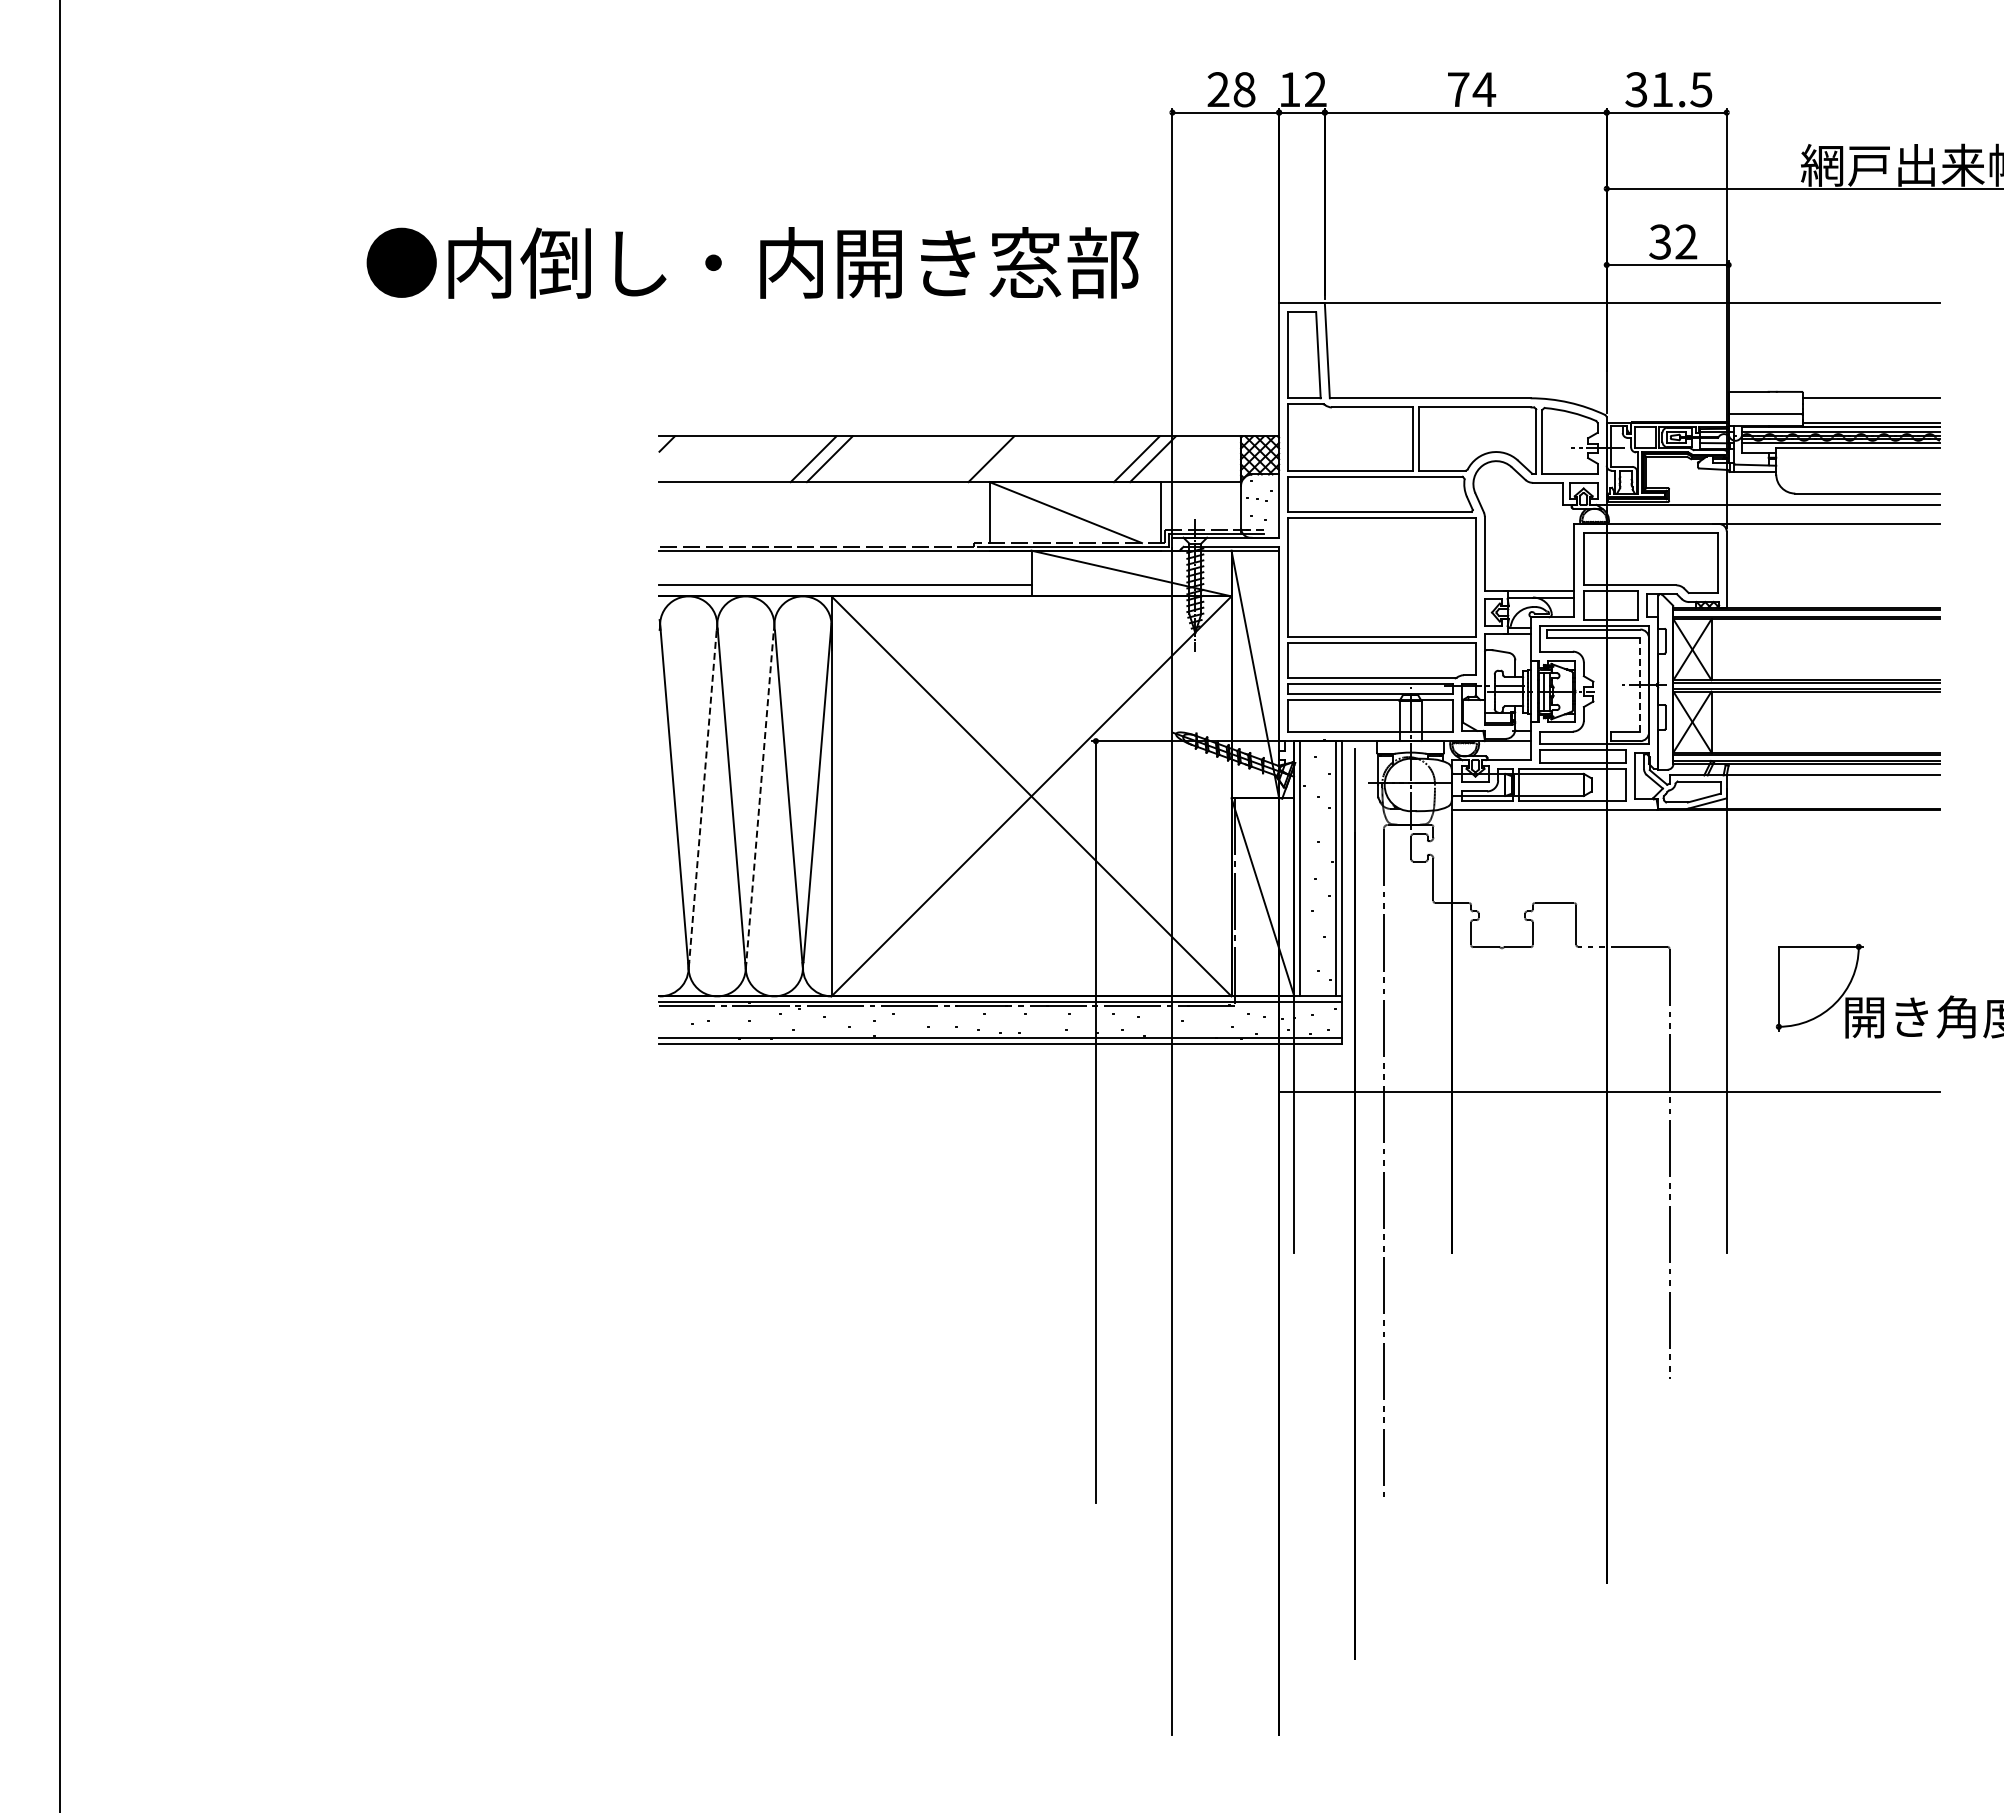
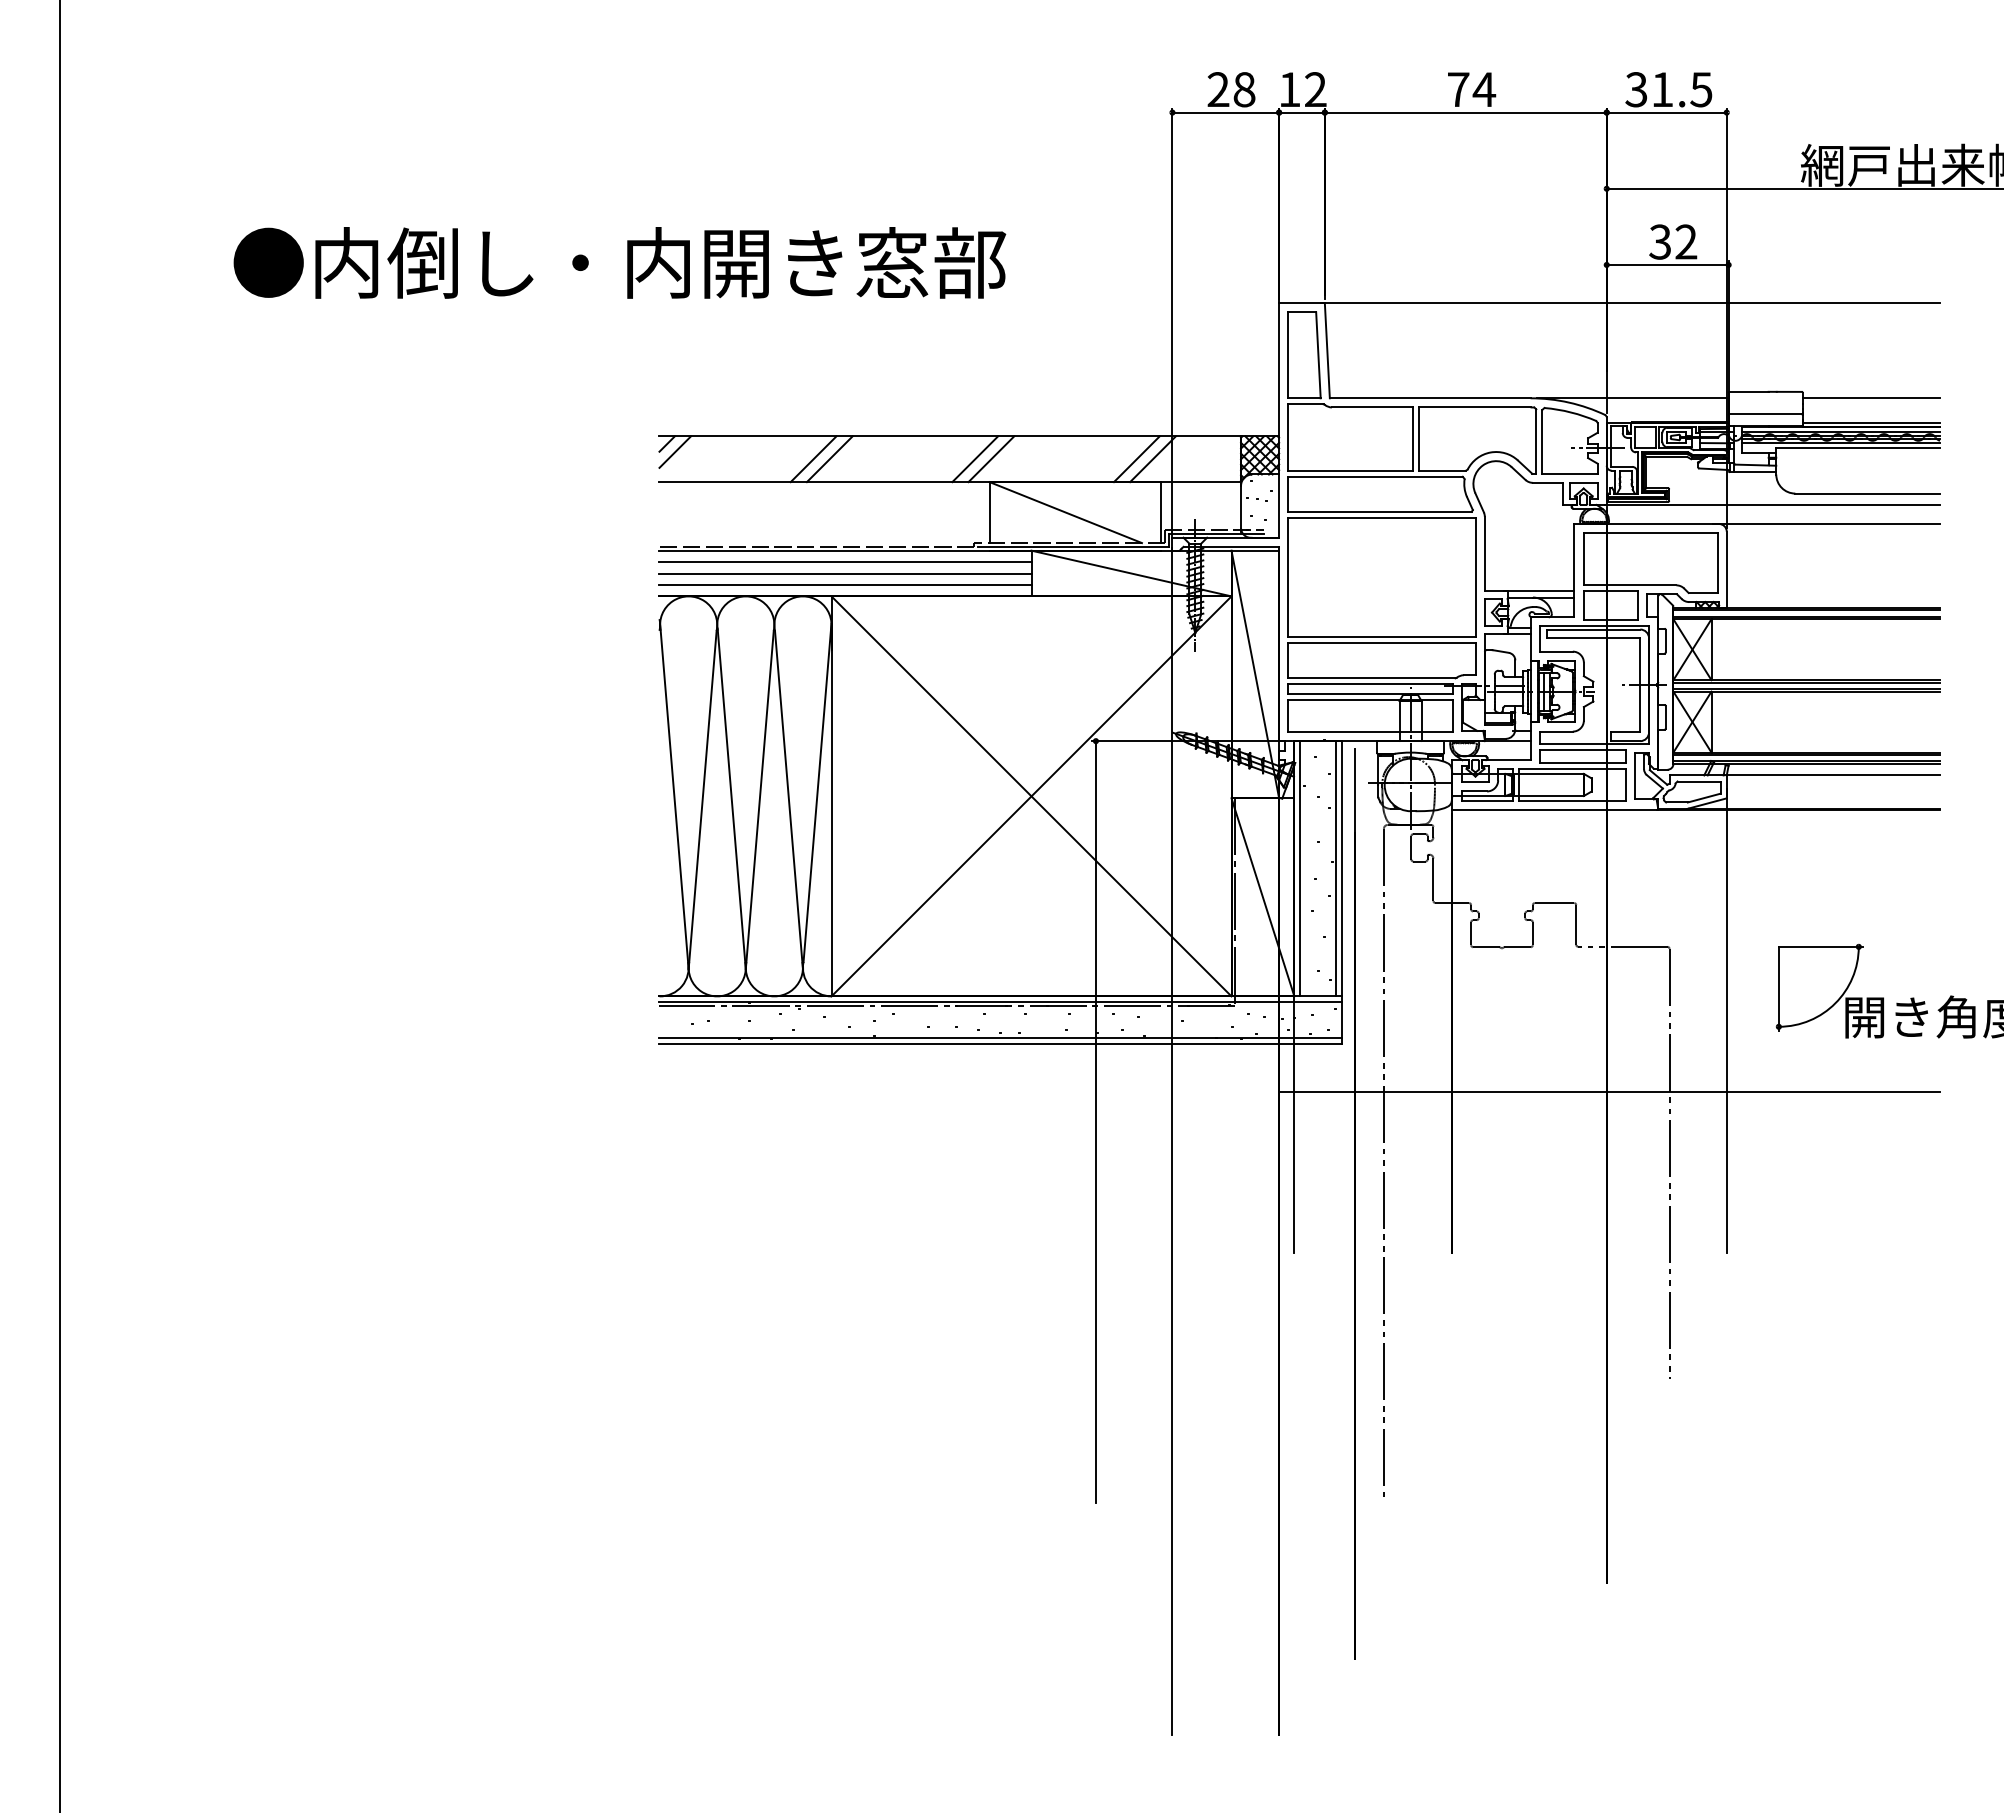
text at (752, 262) position: (752, 262) -> (619, 262)
line at (1632, 398): none -> present
line at (674, 451): none -> present
line at (975, 459): none -> present
line at (845, 562): none -> present
line at (845, 573): none -> present
line at (1640, 684): dashed -> solid
line at (702, 800): dashed -> solid
line at (759, 800): dashed -> solid
